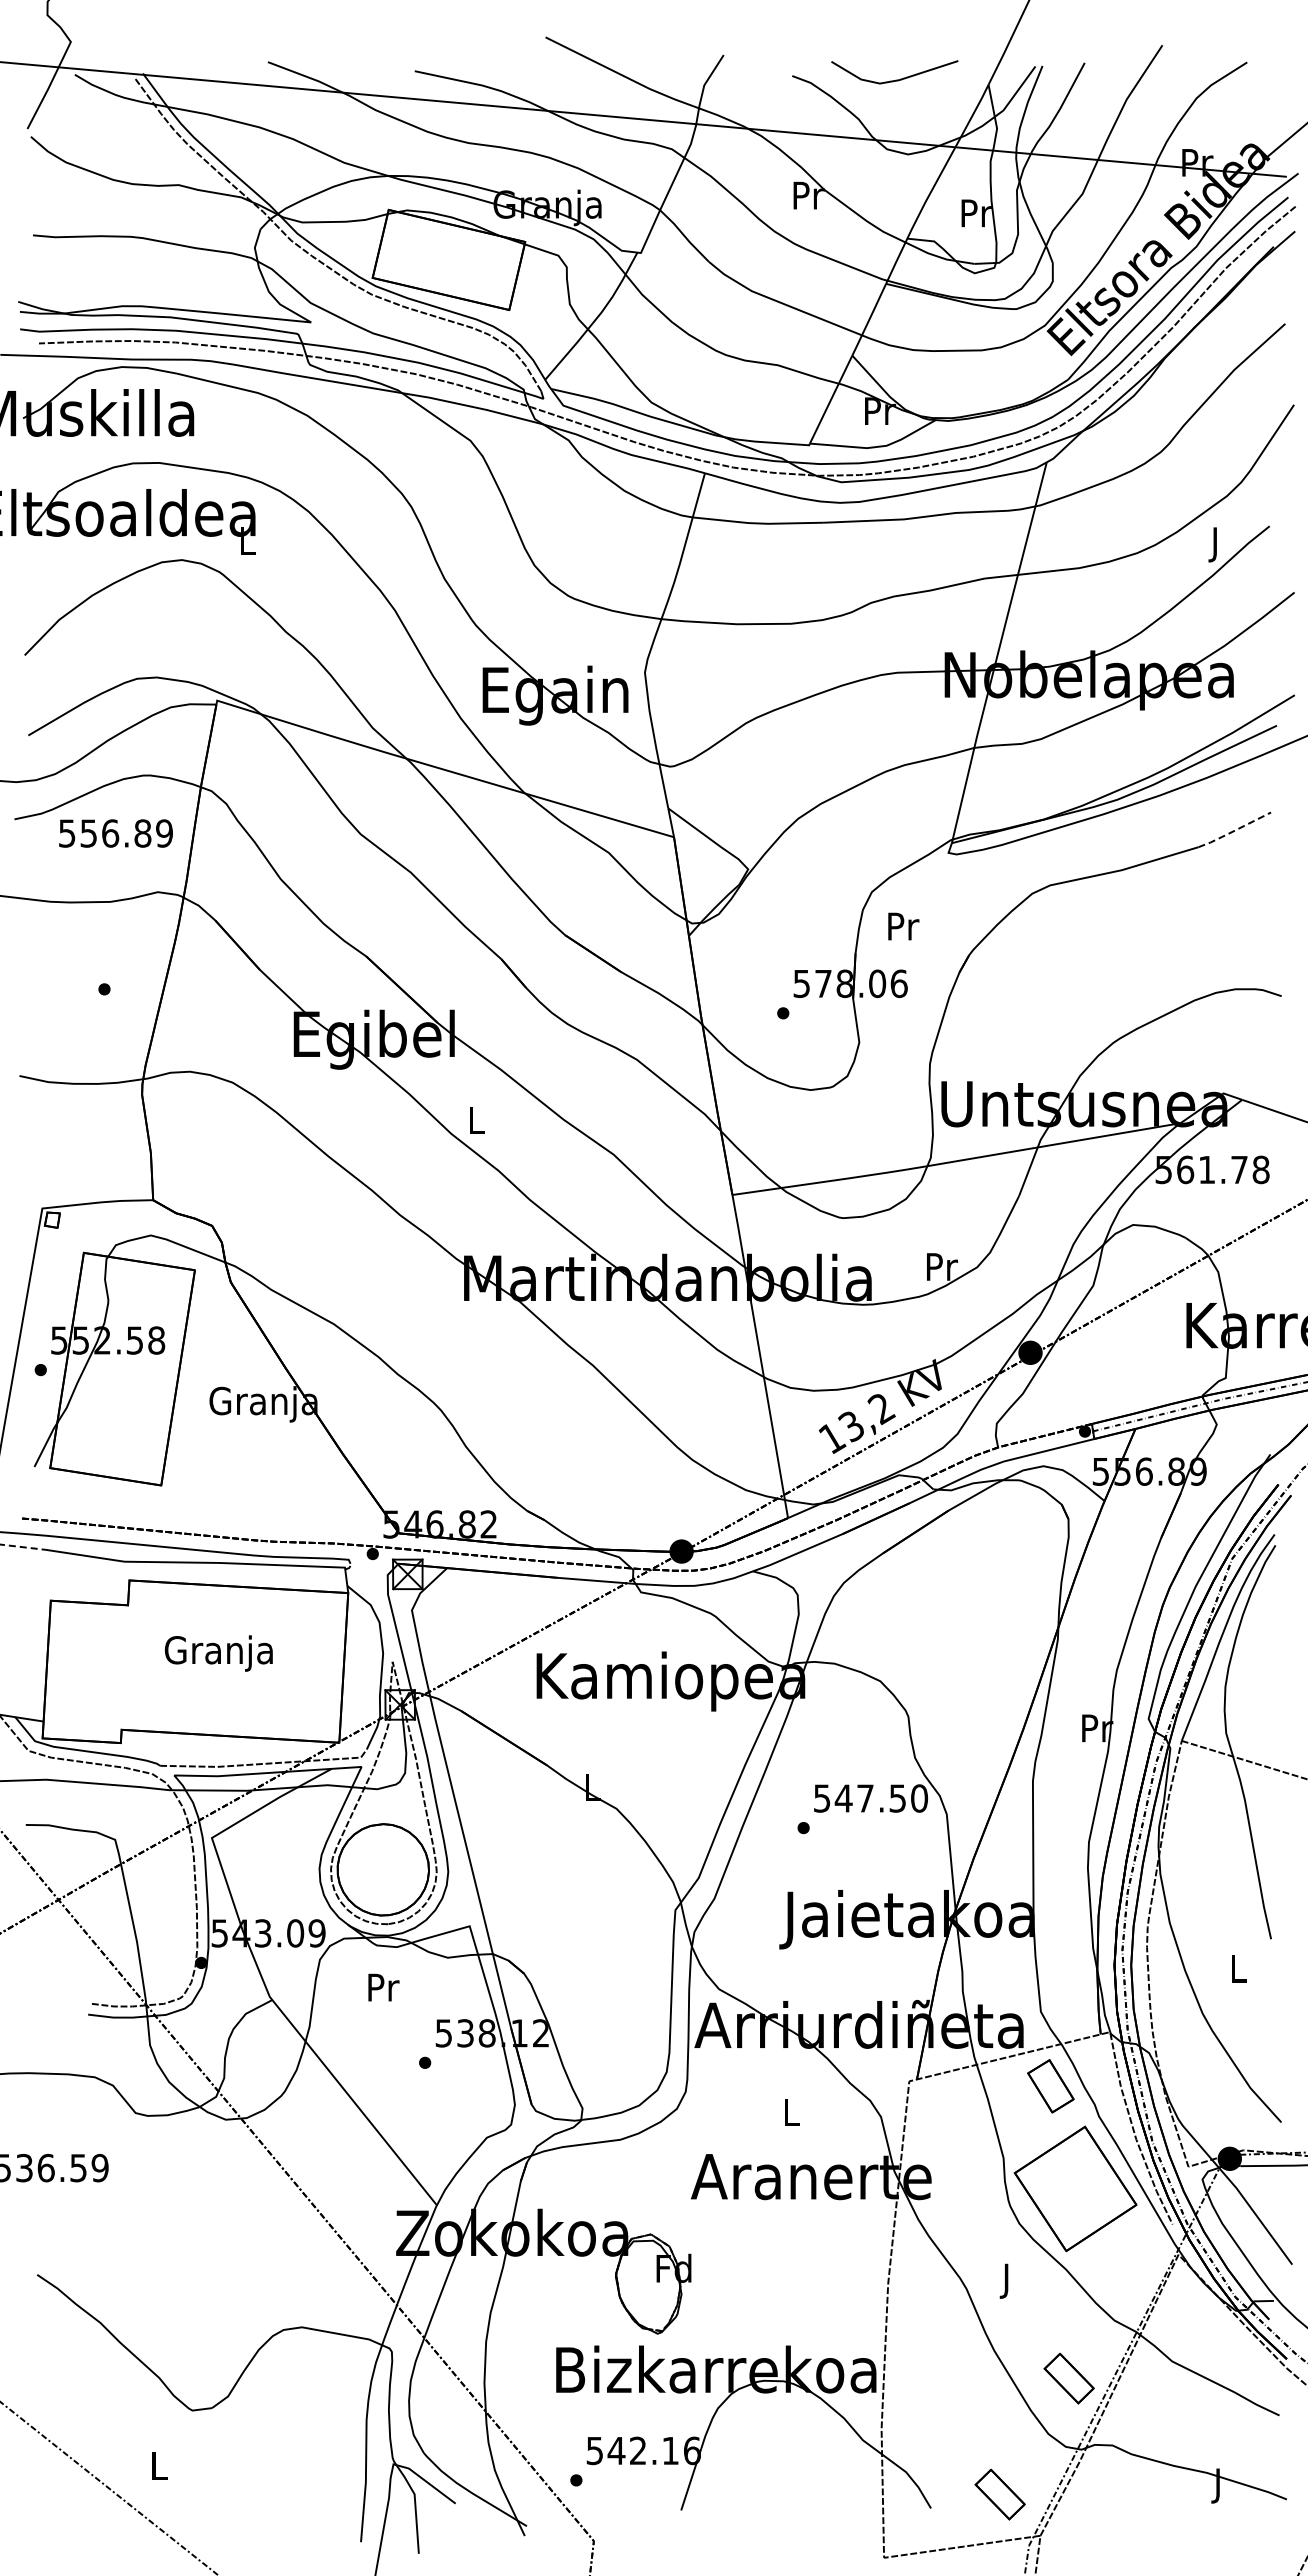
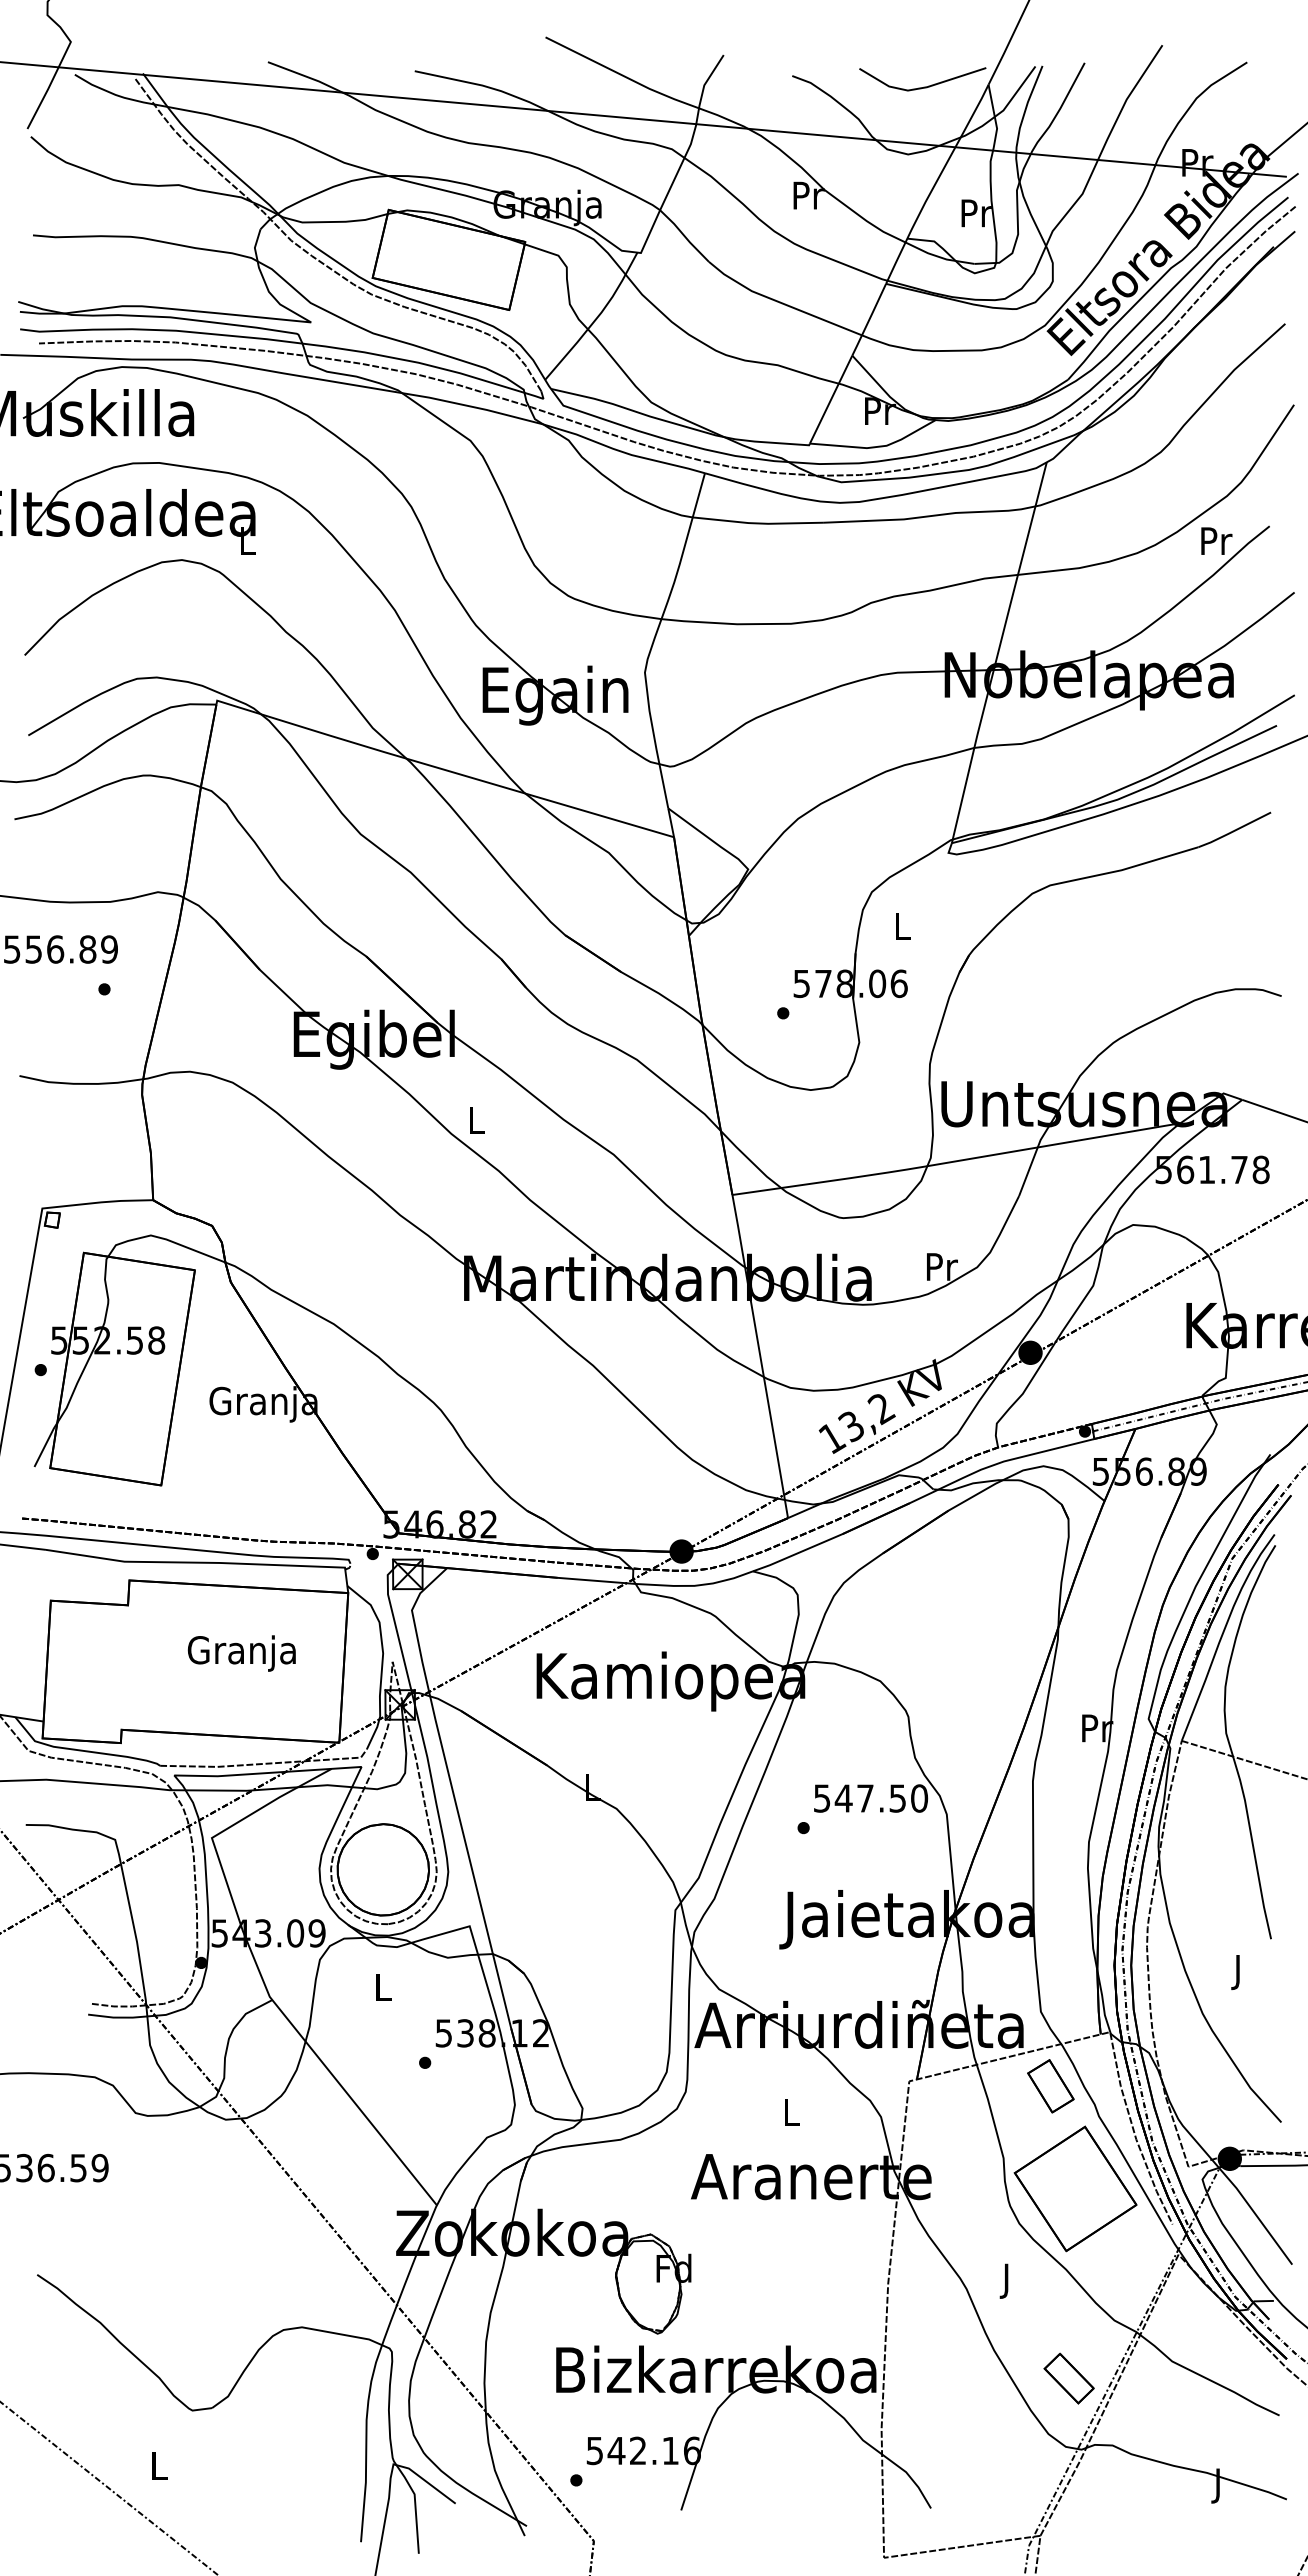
line at (895, 79) position: (895, 79) -> (923, 86)
text at (1216, 544): J -> Pr
line at (1233, 831): dashed -> solid
text at (115, 833) position: (115, 833) -> (60, 949)
text at (903, 926): Pr -> L
line at (23, 1547): dashed -> solid
text at (218, 1653) position: (218, 1653) -> (241, 1653)
text at (1238, 1972): L -> J
text at (383, 1987): Pr -> L
part at (999, 2494): present -> none
